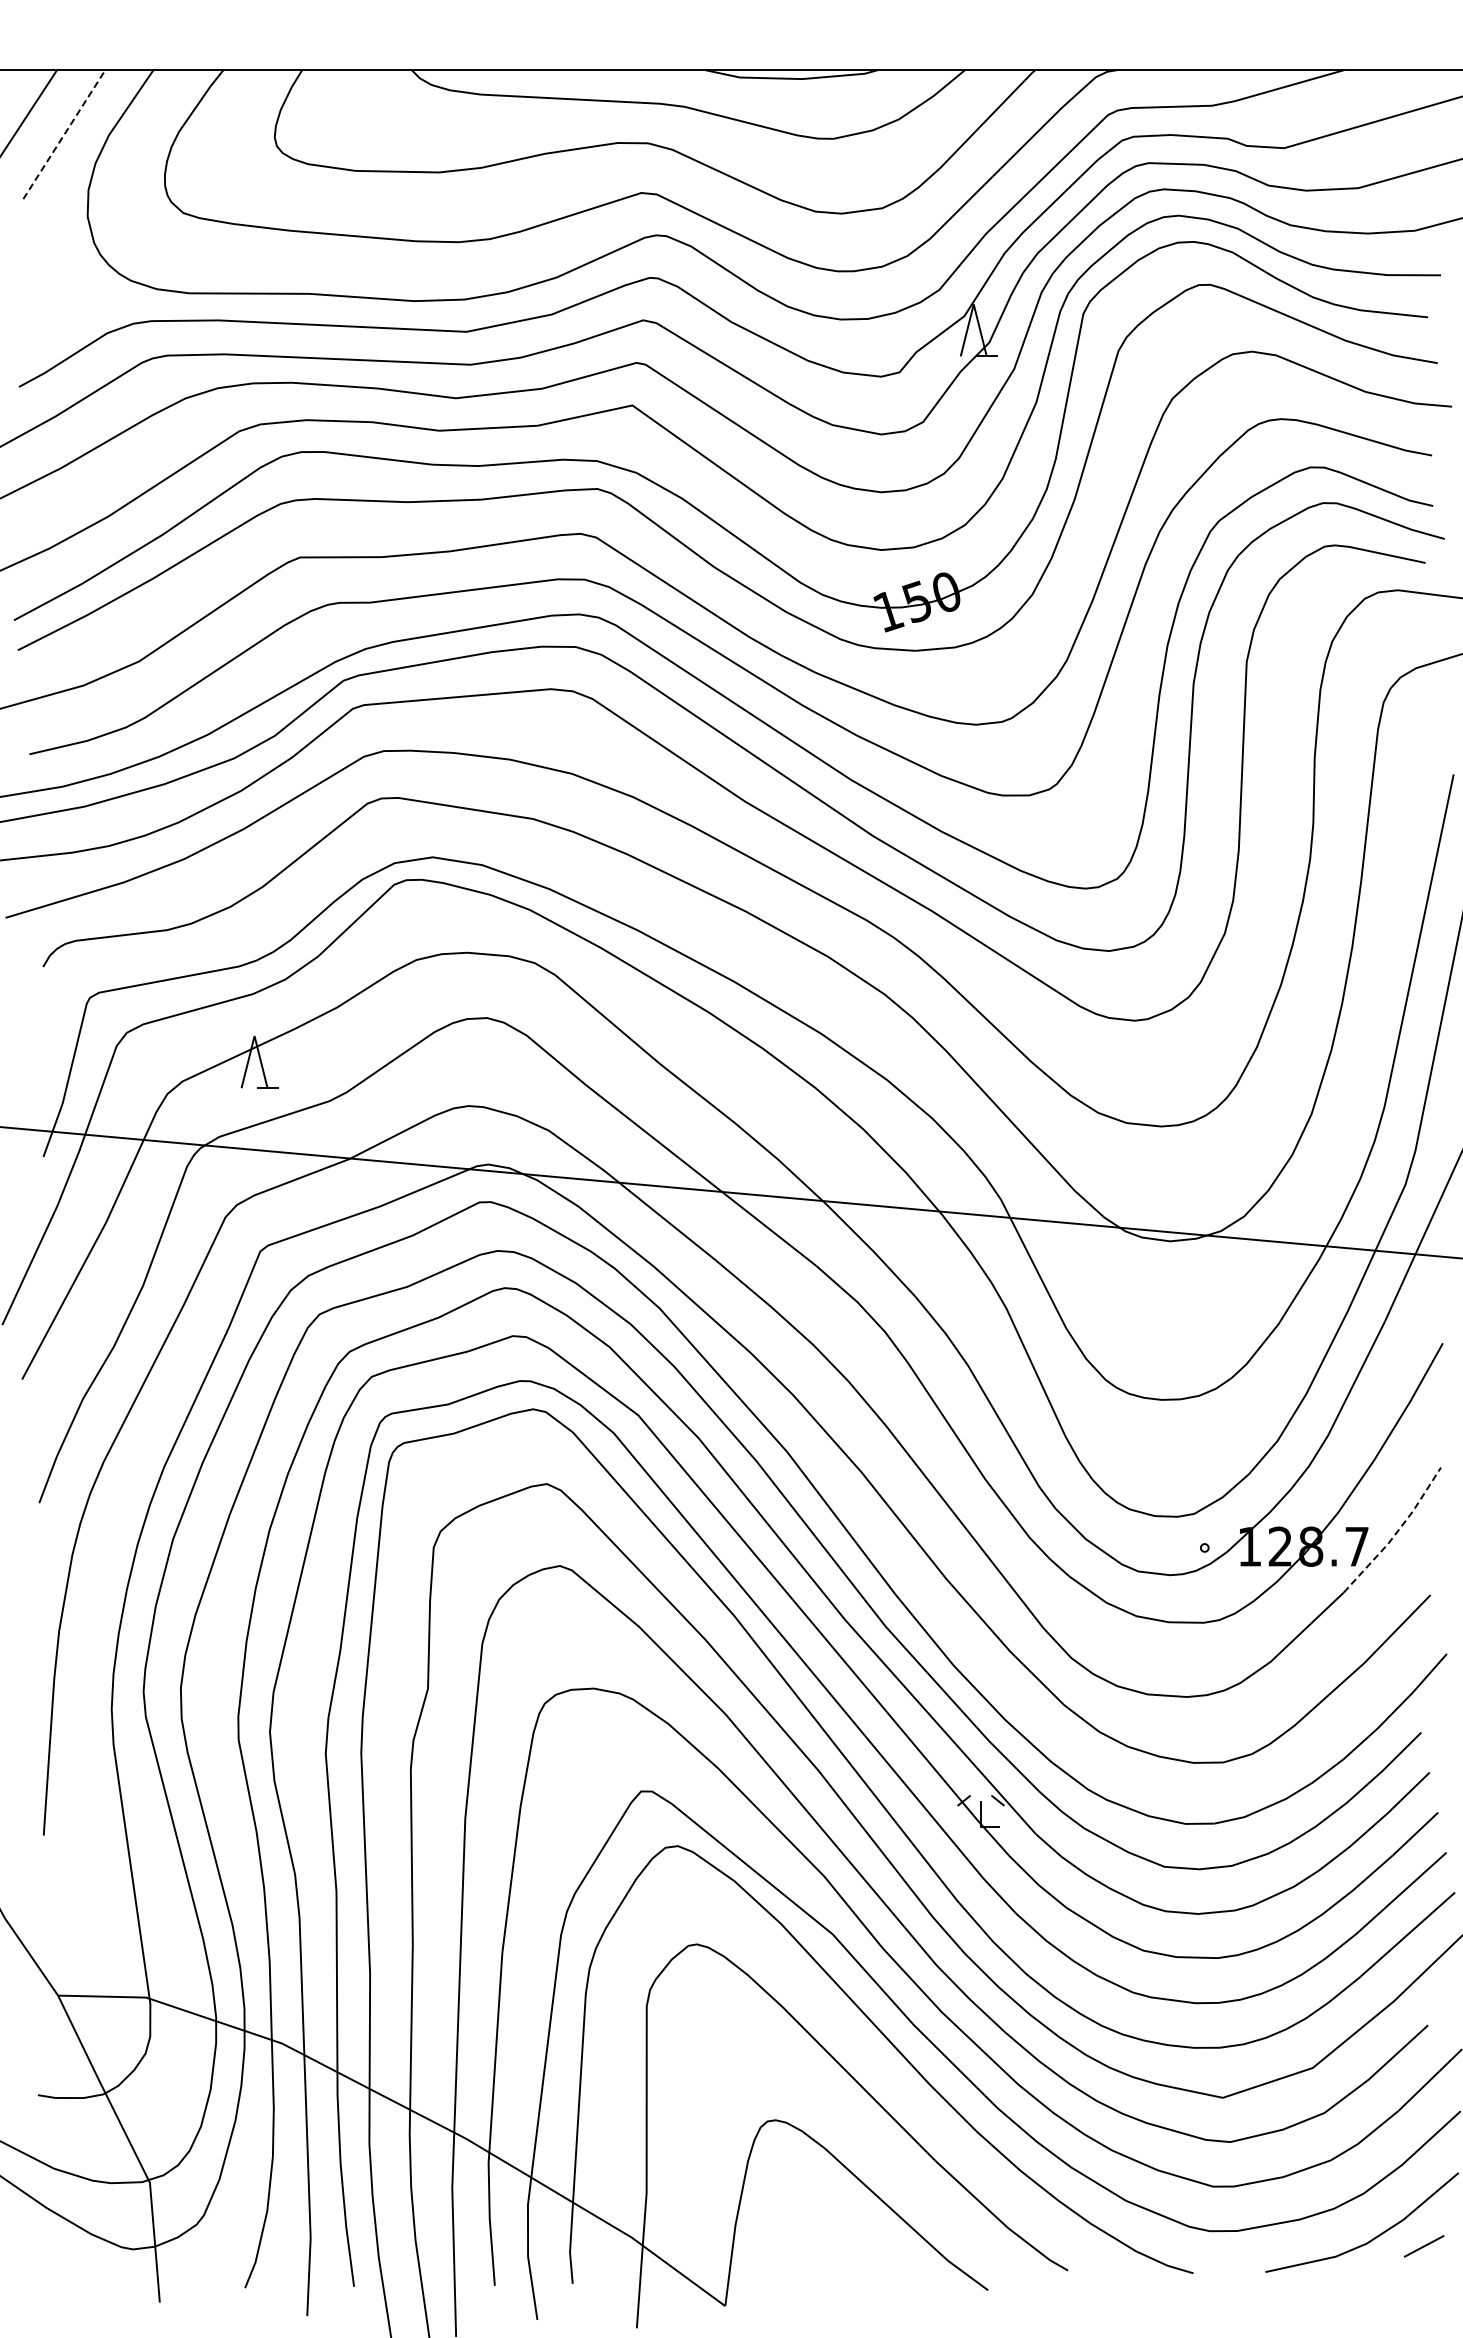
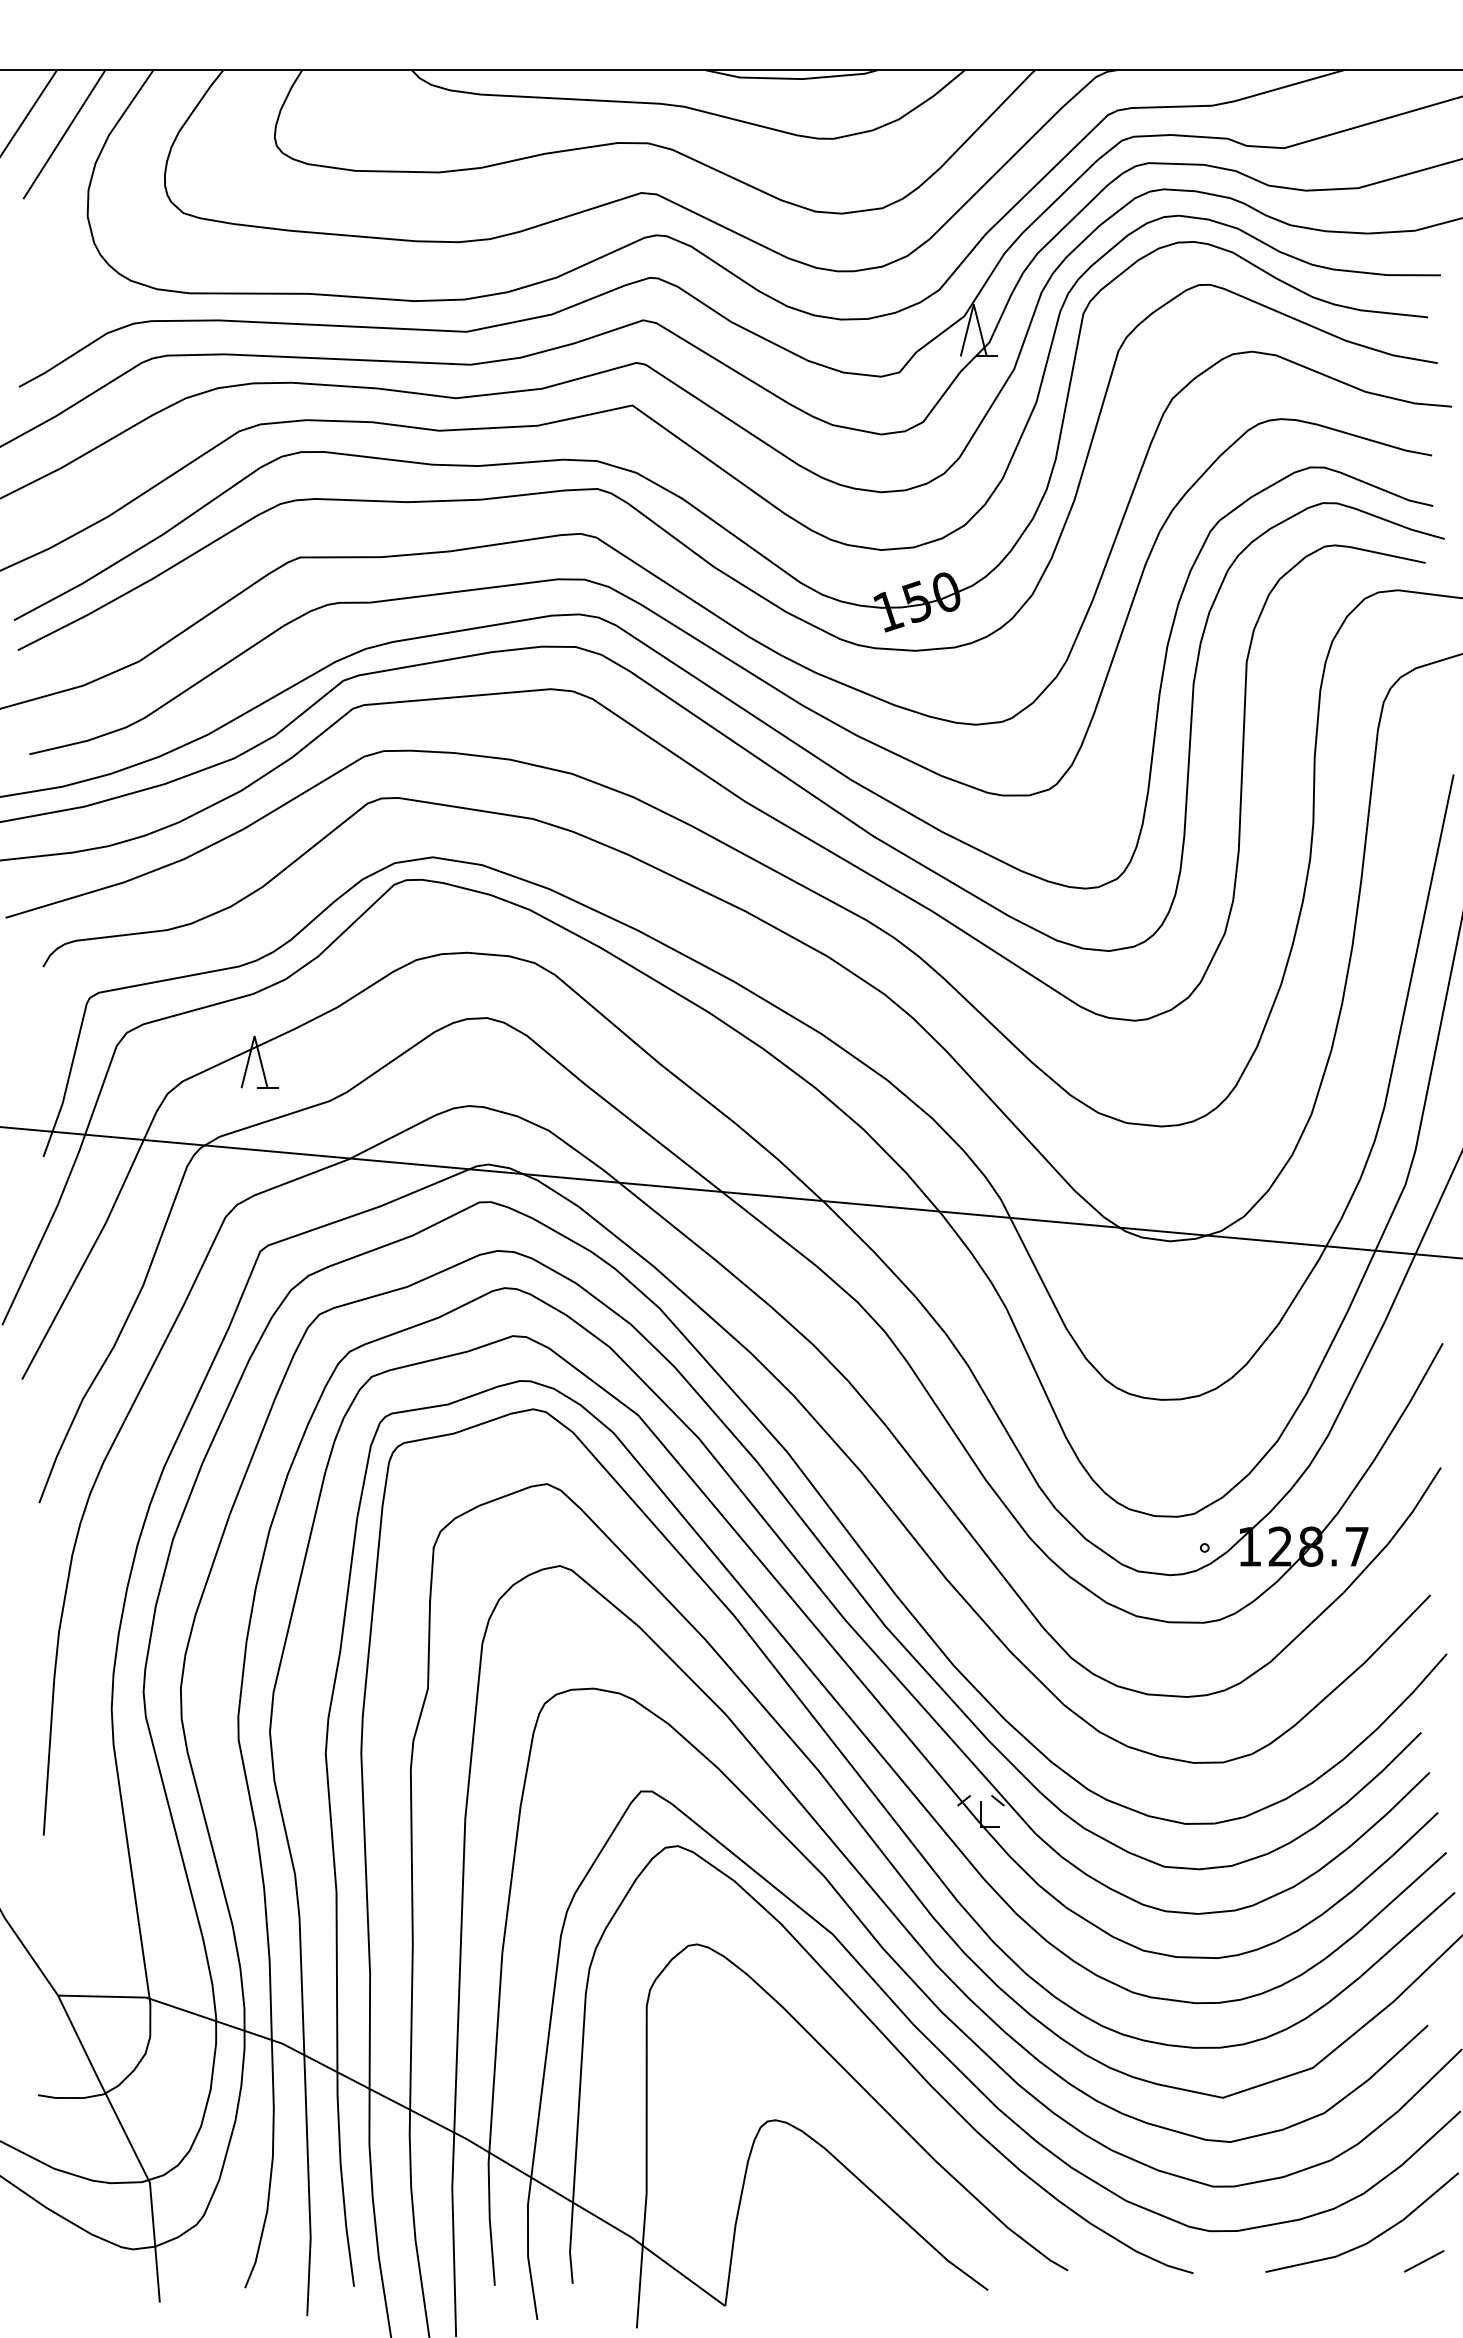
line at (64, 134): dashed -> solid
line at (1396, 1532): dashed -> solid
line at (1424, 2246) position: (1424, 2246) -> (1424, 2261)
